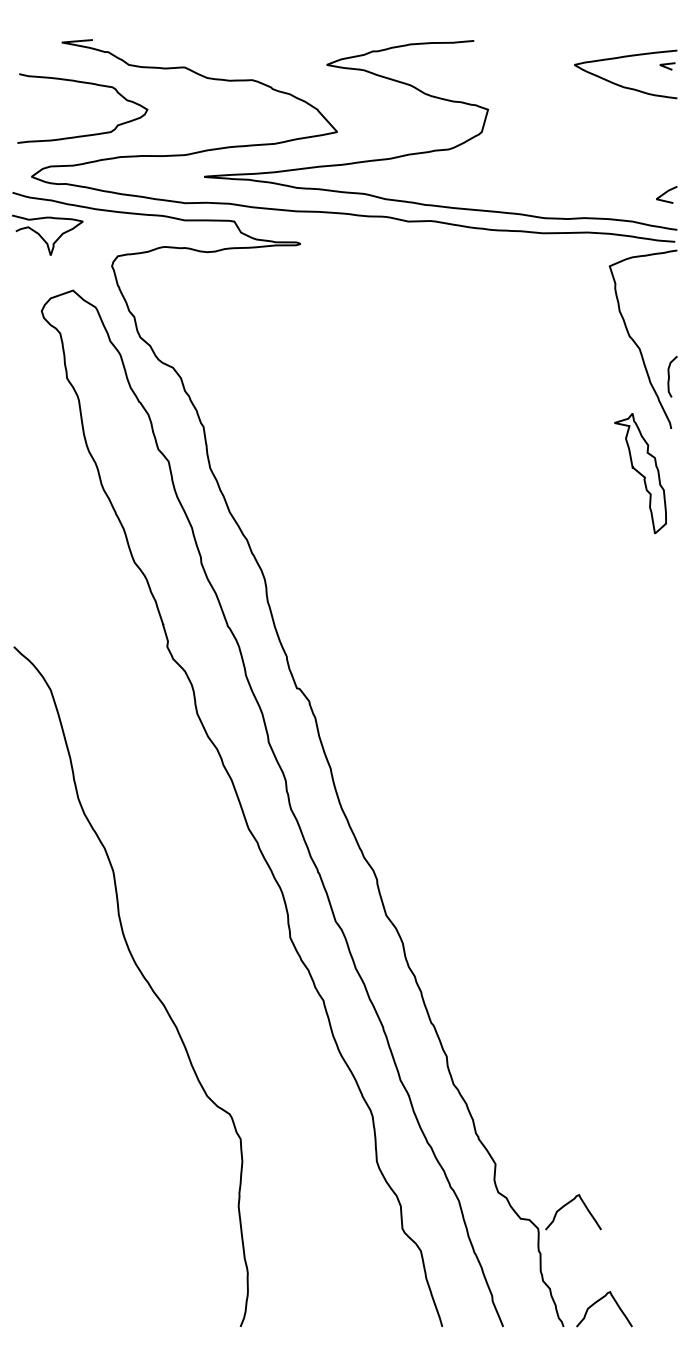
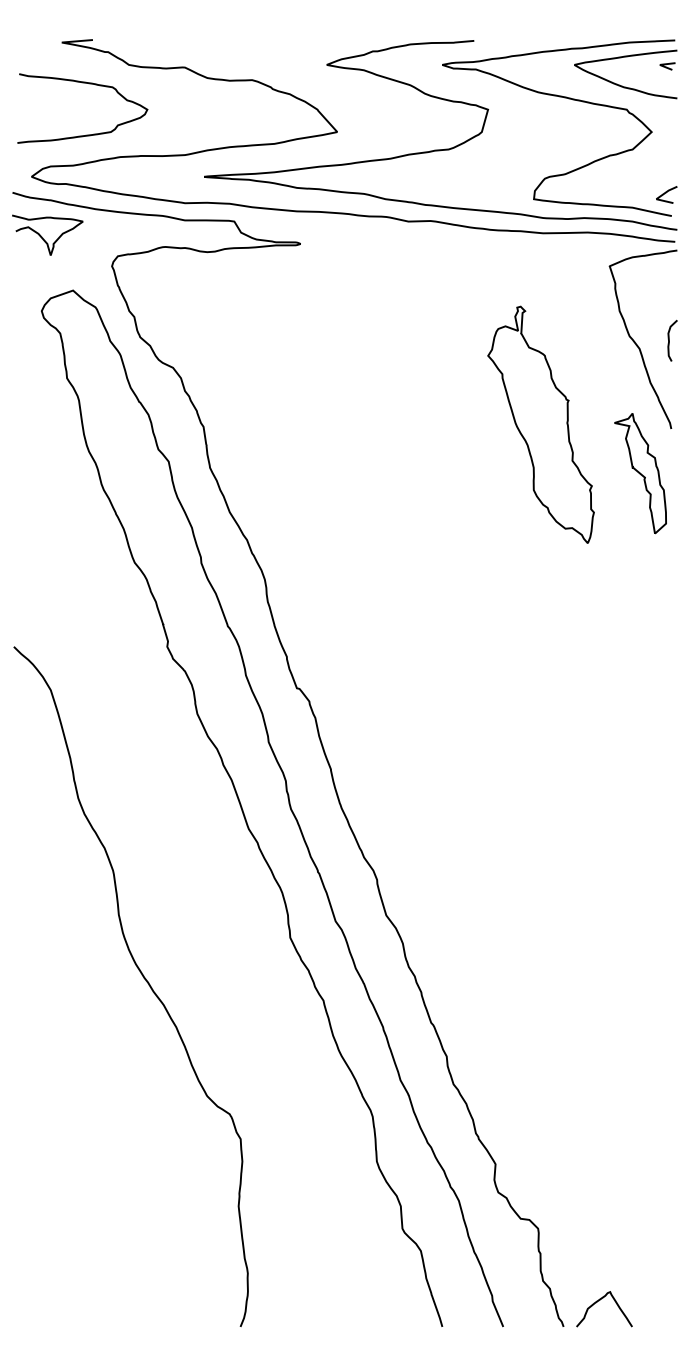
curve at (564, 98): none -> present
curve at (669, 376) position: (669, 376) -> (669, 340)
part at (540, 424): none -> present
curve at (568, 1204): present -> none
